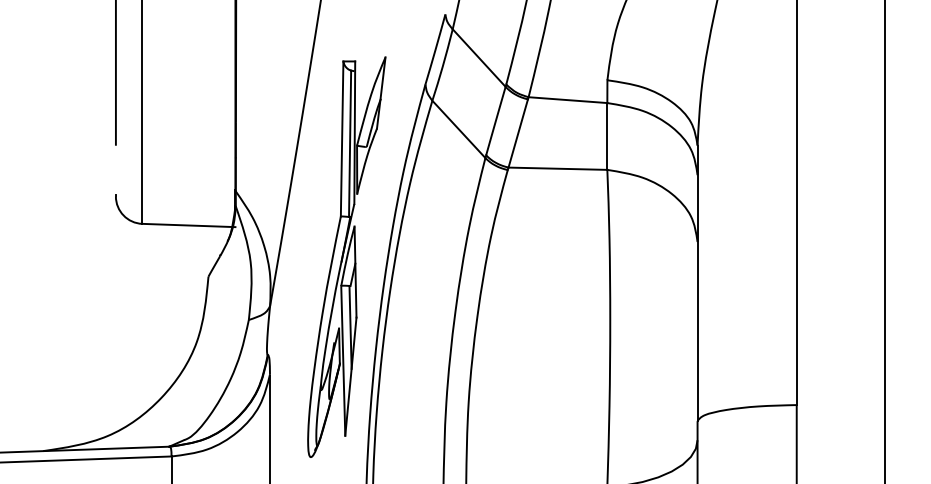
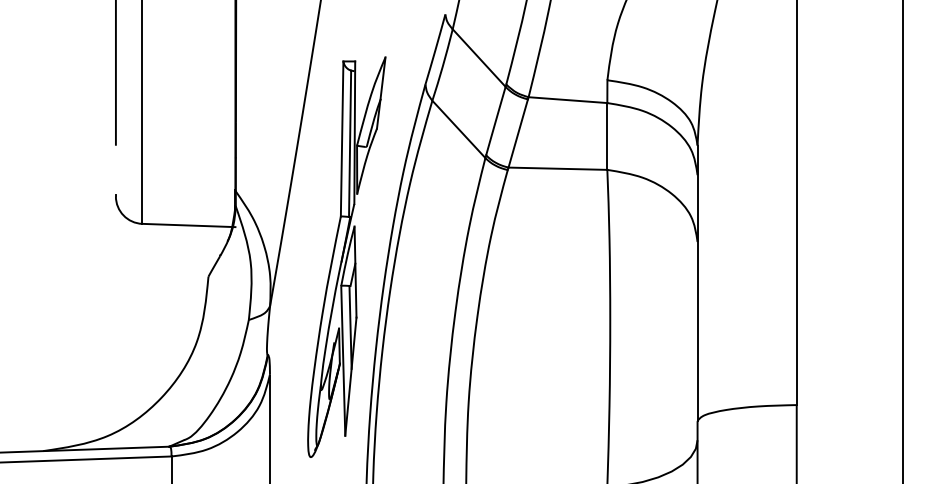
line at (885, 241) position: (885, 241) -> (903, 241)
